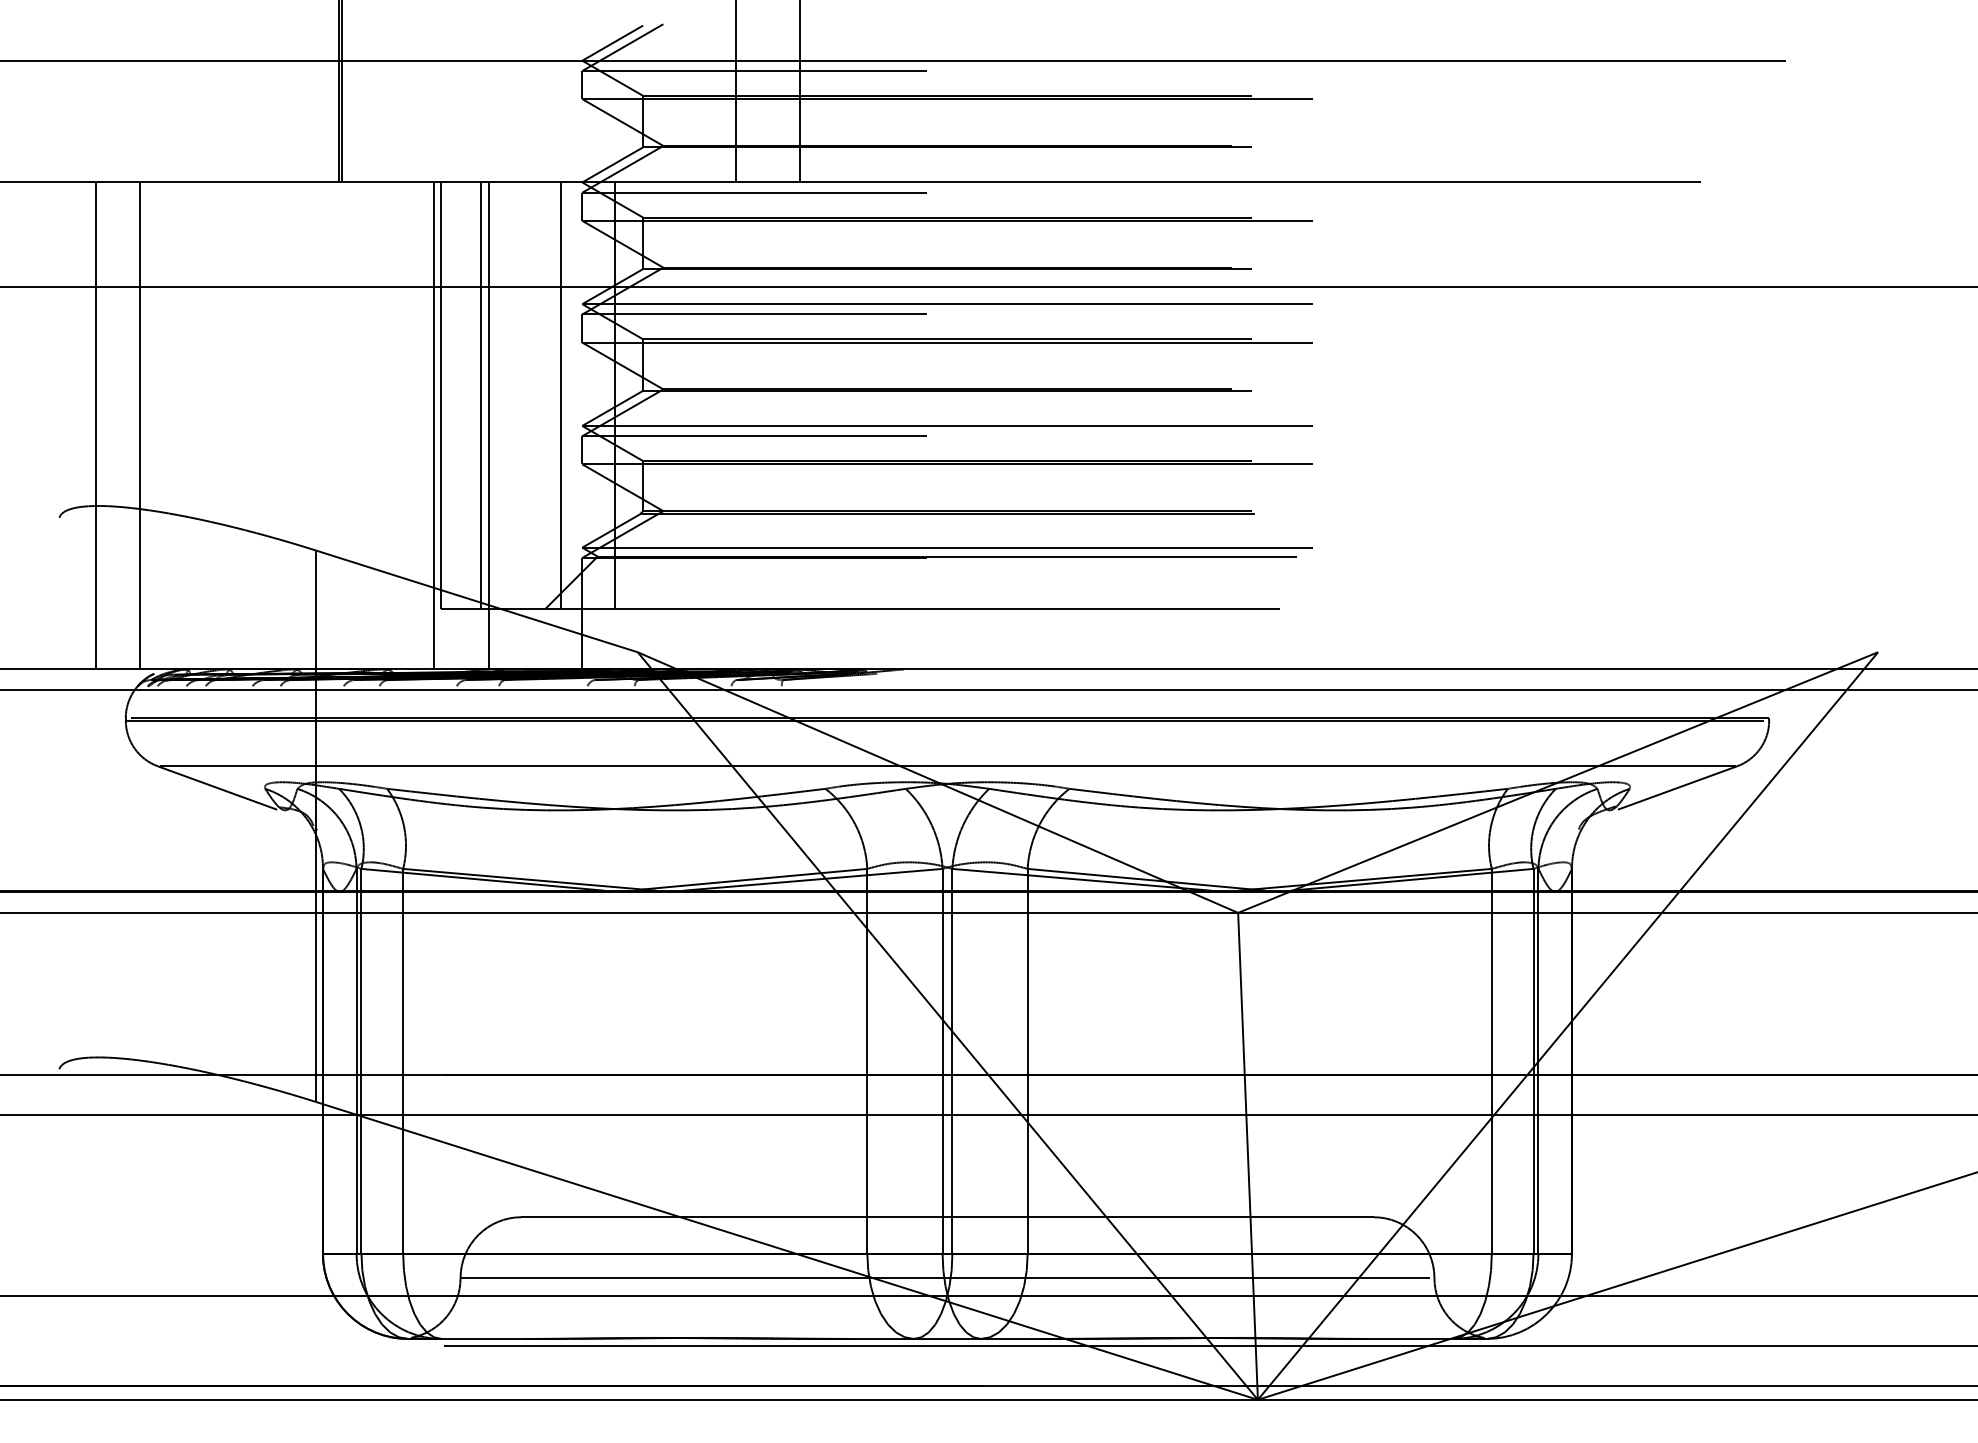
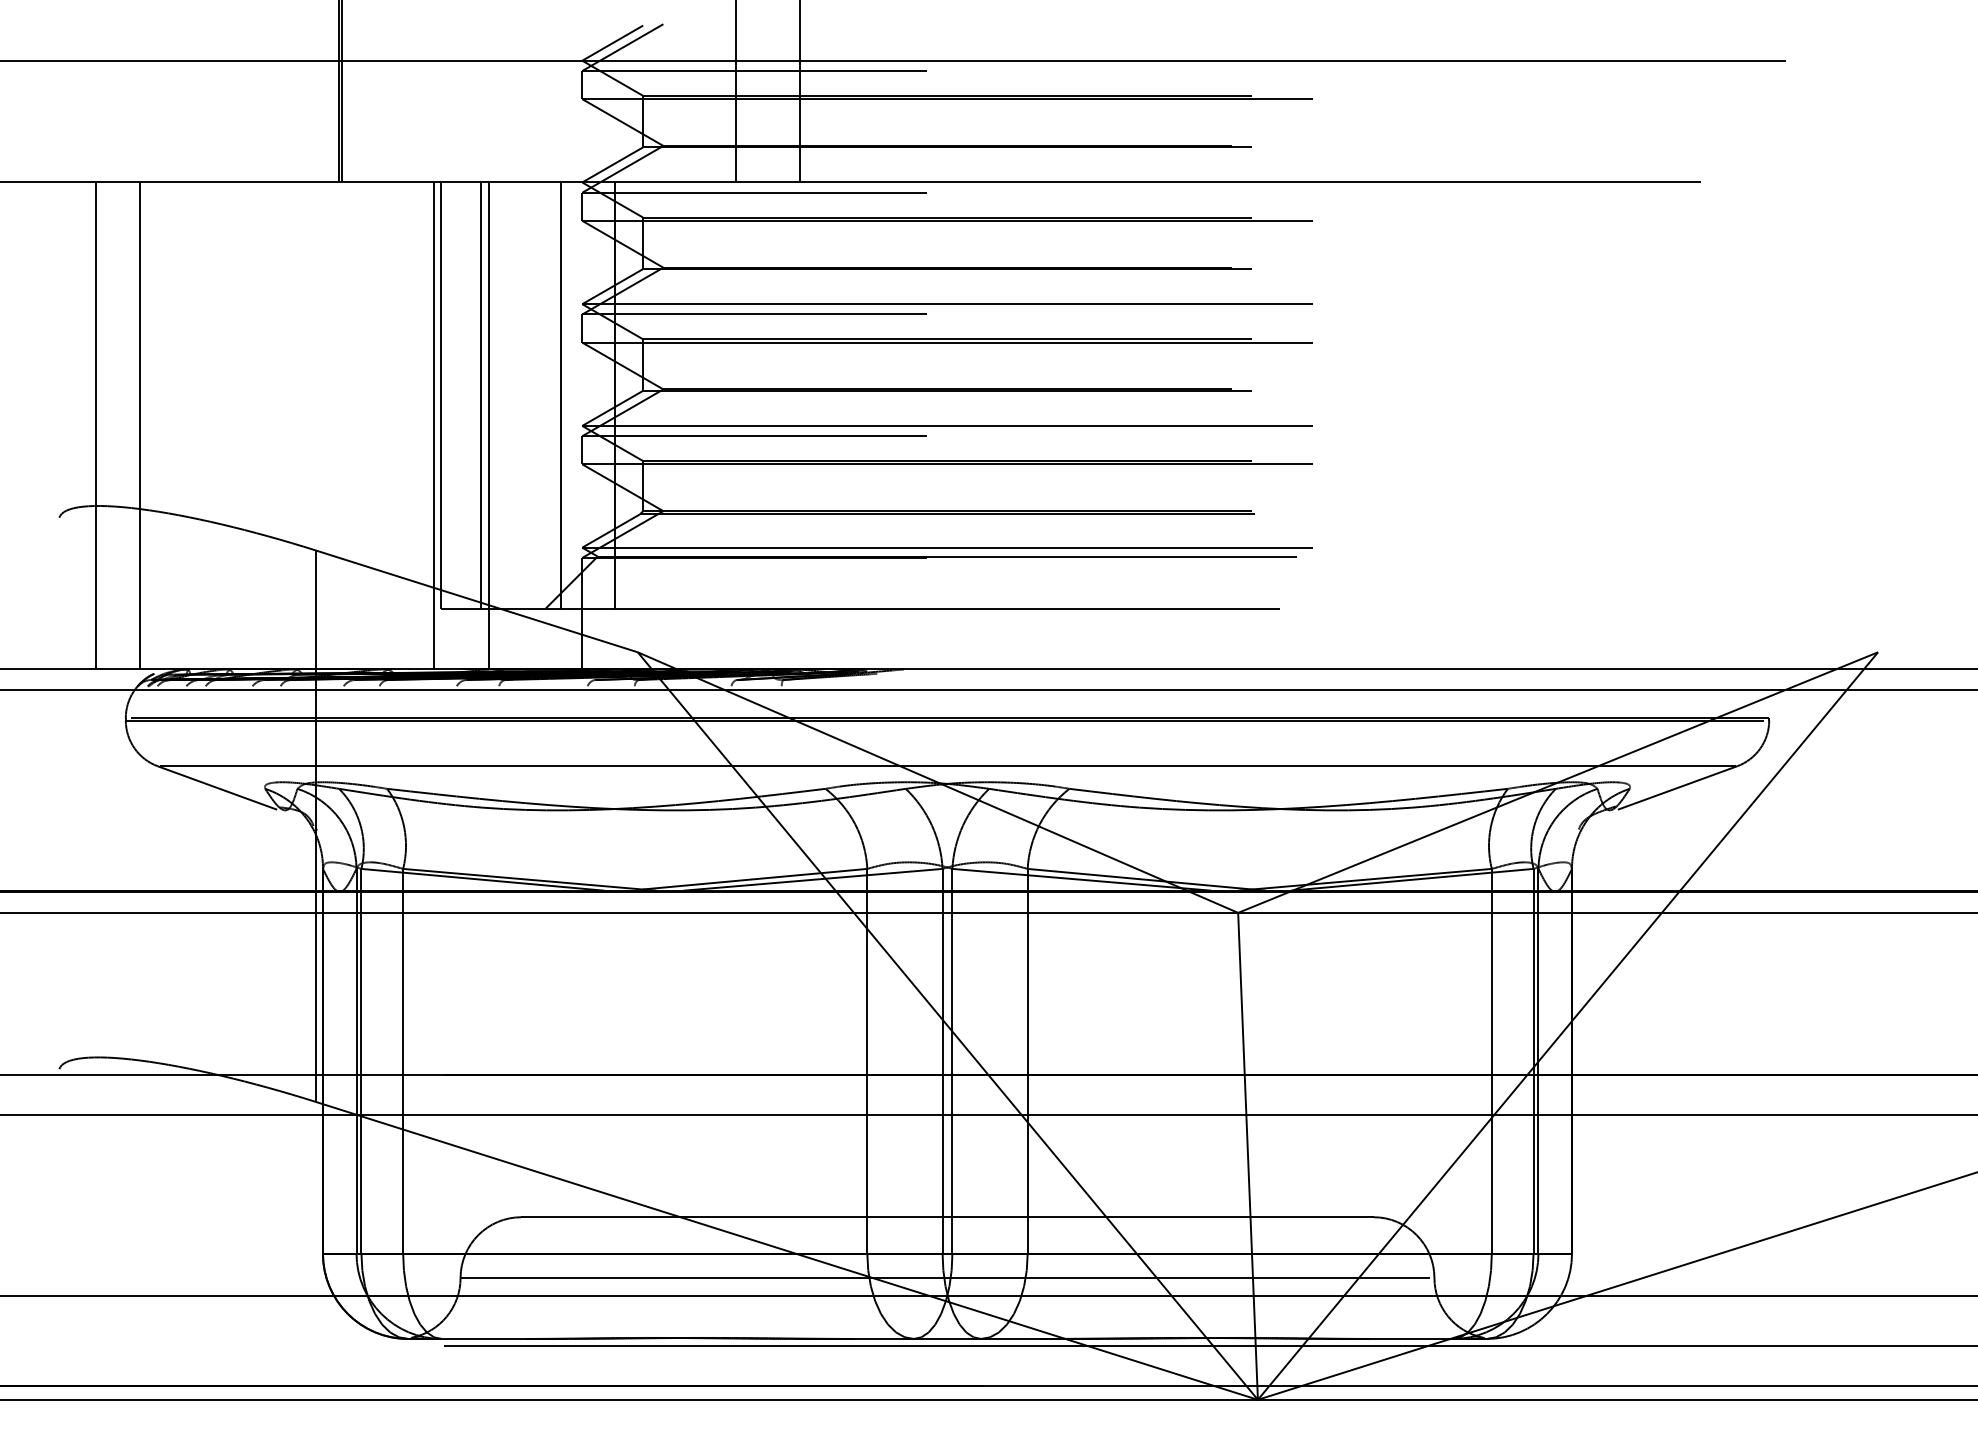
line at (988, 286): present -> none
